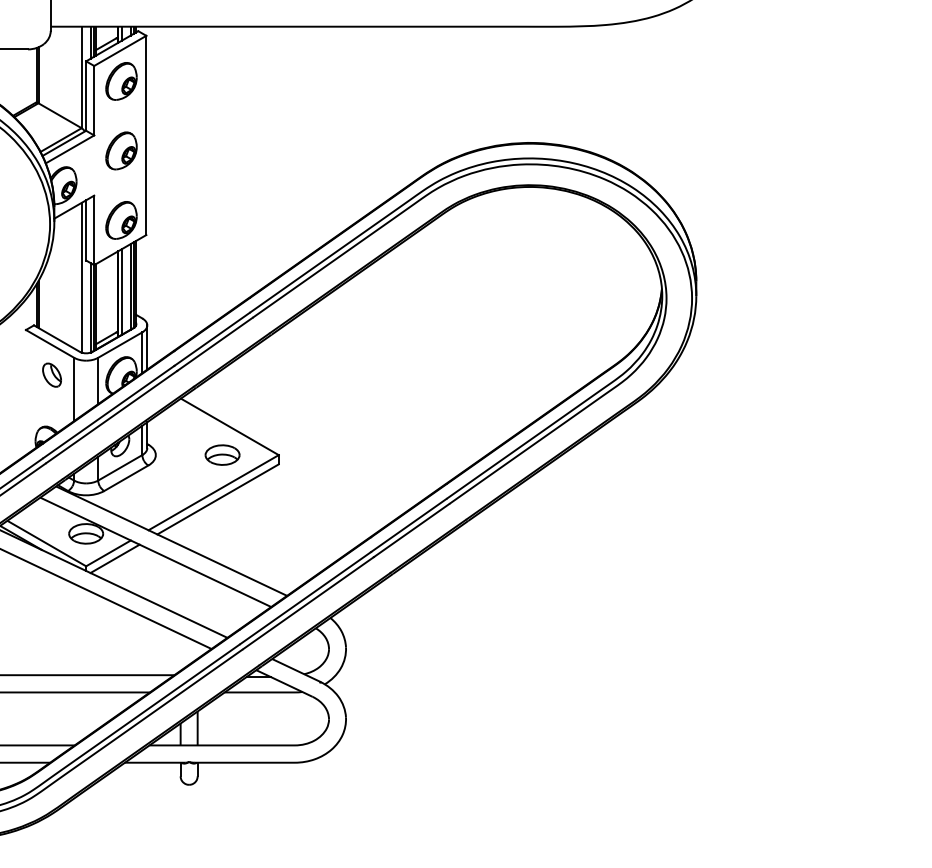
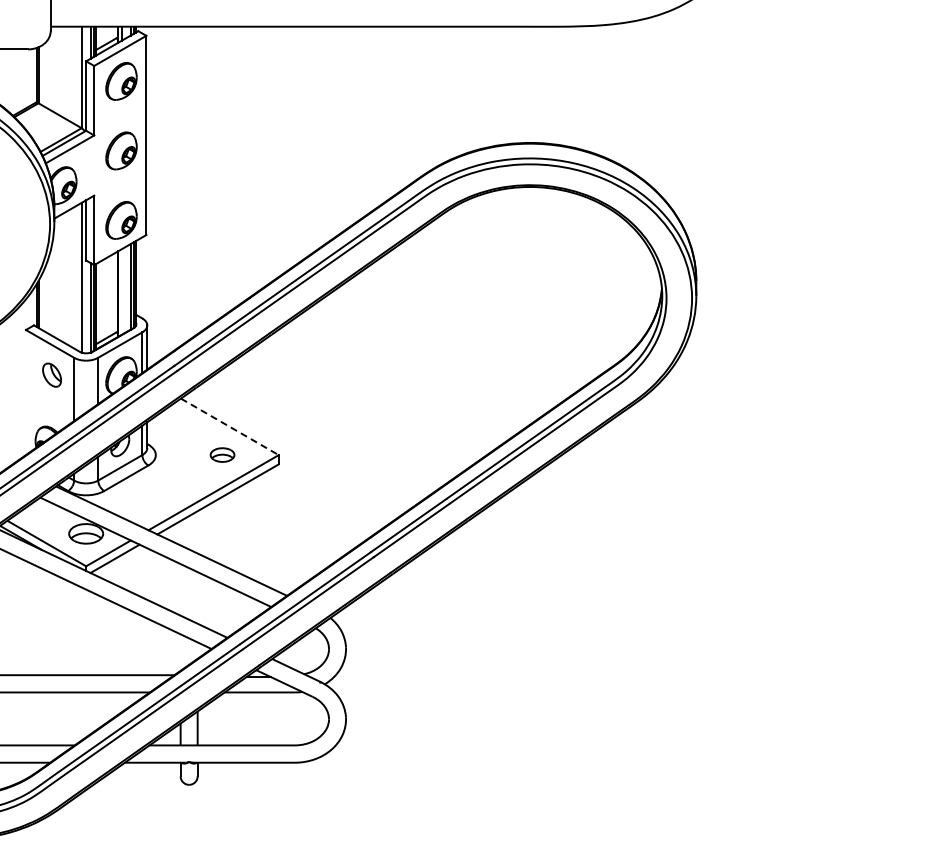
line at (121, 291): present -> none
line at (229, 426): solid -> dashed
part at (222, 454) size: 37x22 px -> 27x16 px
